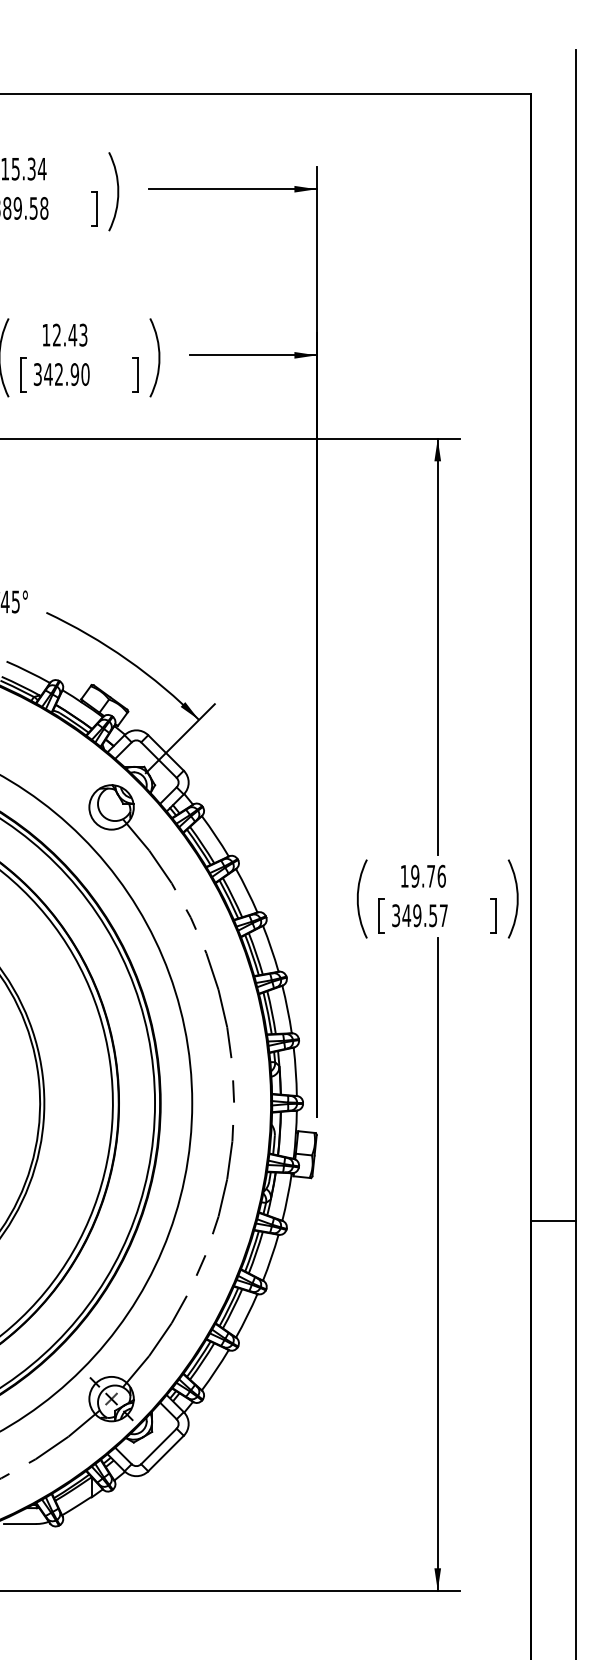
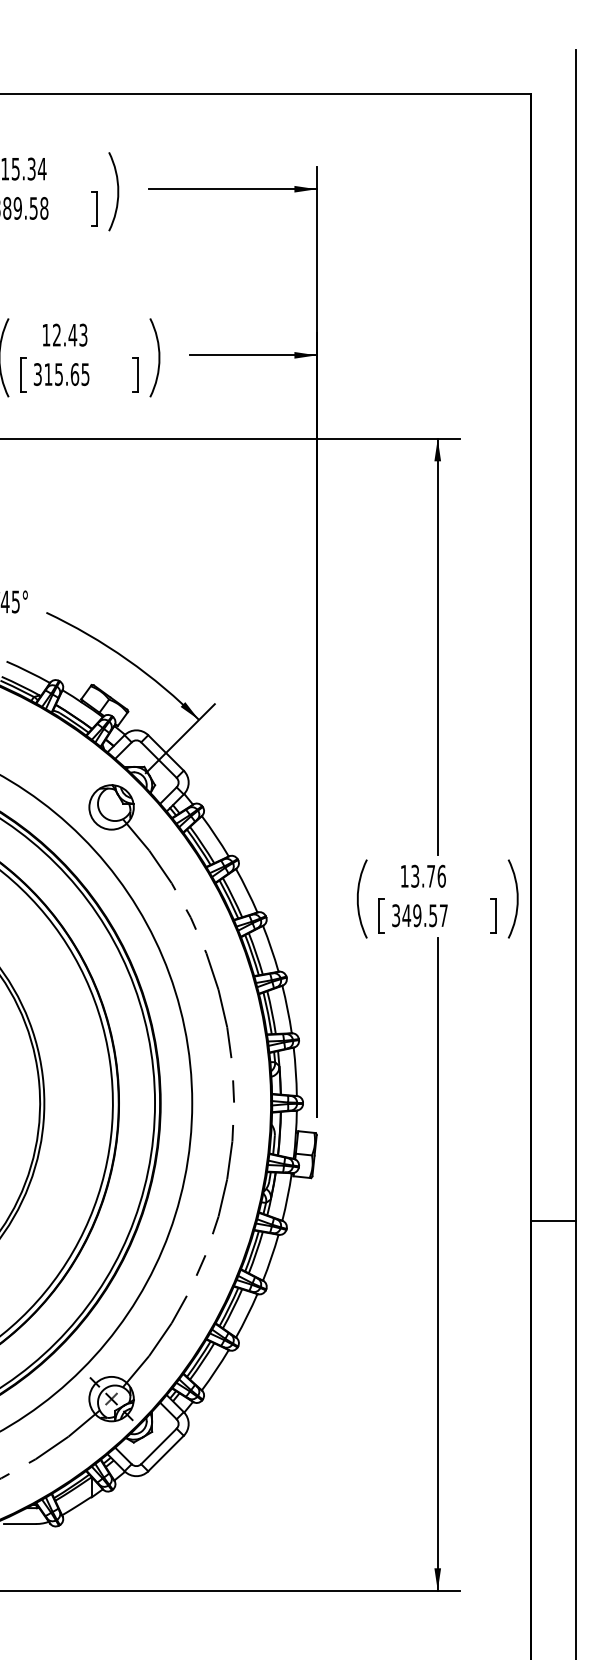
text at (66, 374): 342.90 -> 315.65
text at (415, 876): 19.76 -> 13.76
